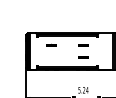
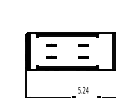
part at (51, 56): none -> present
